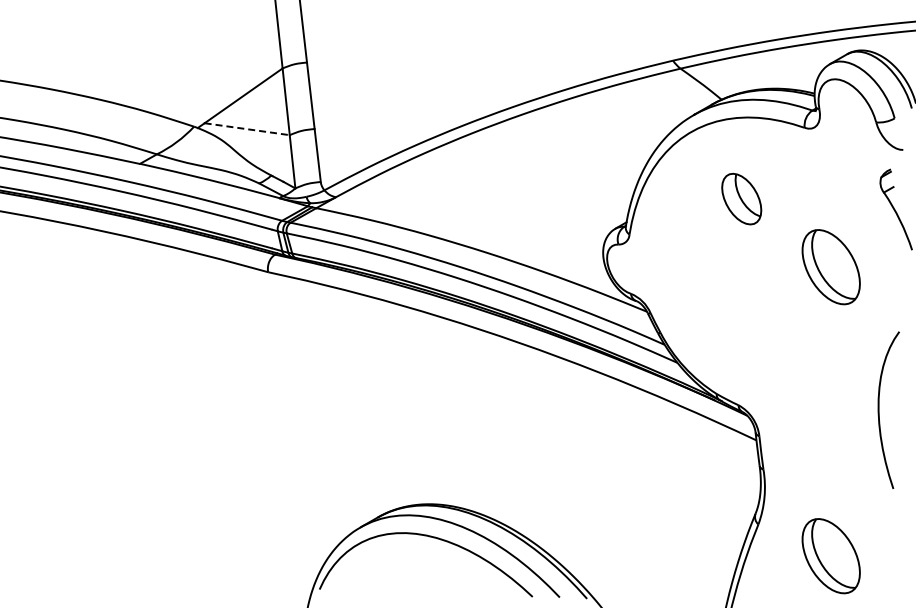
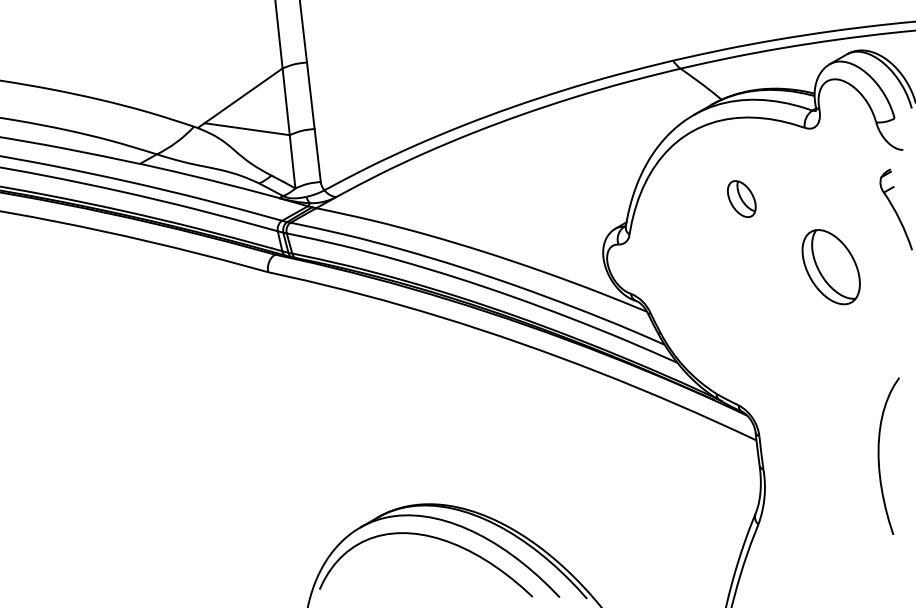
line at (247, 129): dashed -> solid
part at (741, 198) size: 42x54 px -> 30x38 px
curve at (879, 409) position: (879, 409) -> (879, 455)
part at (830, 556): present -> none
